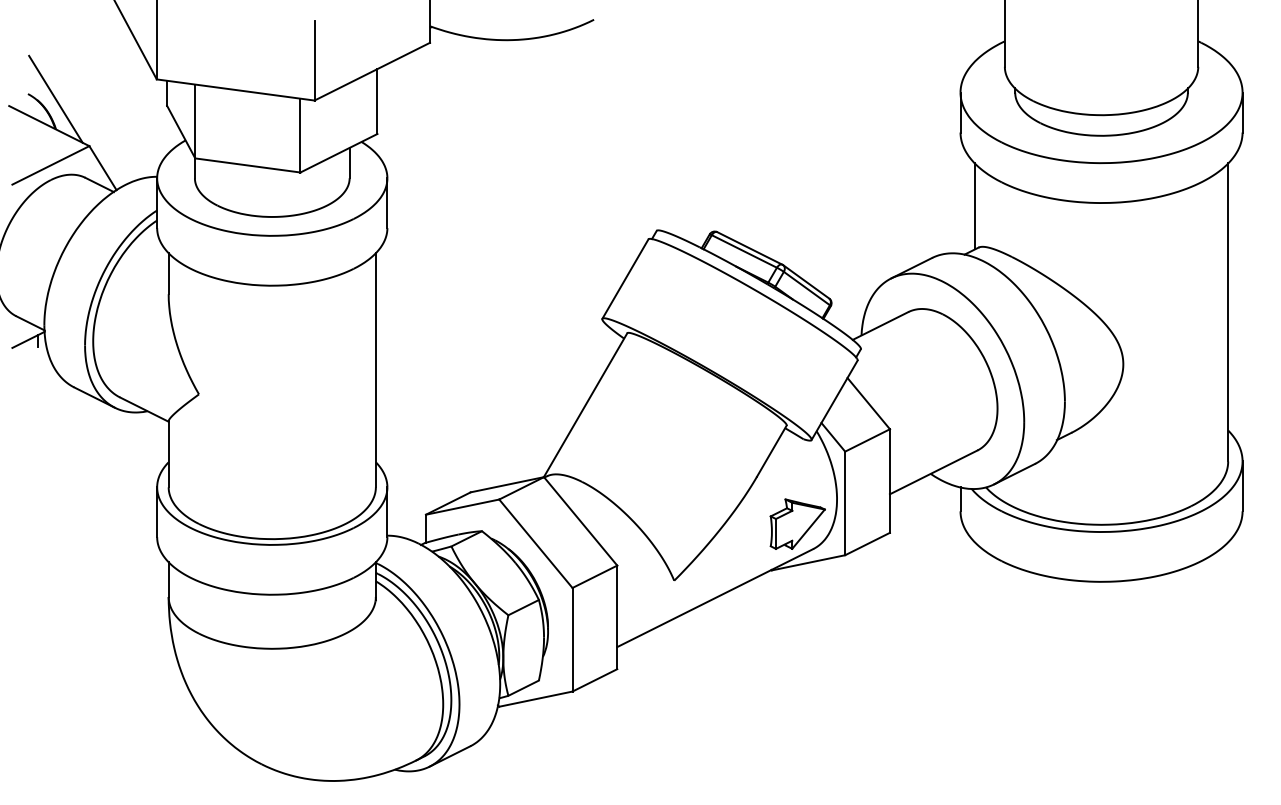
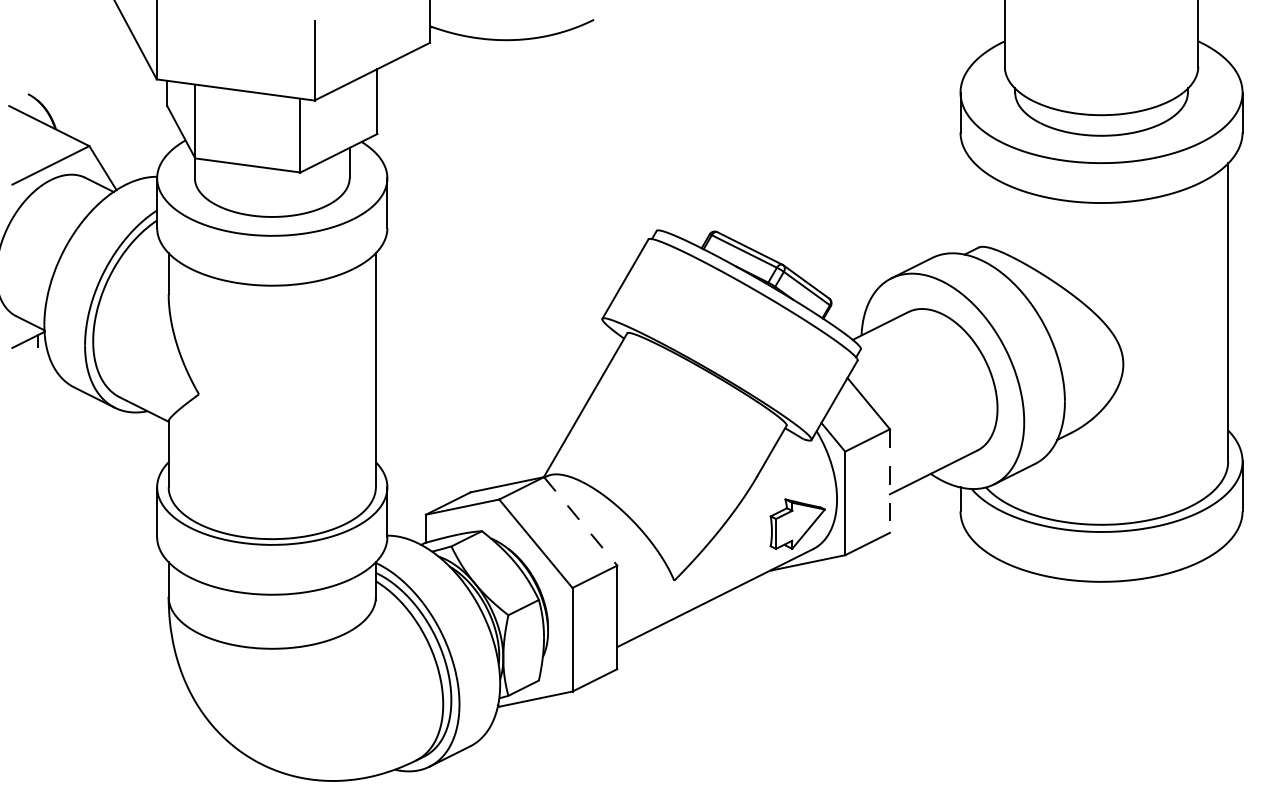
line at (55, 98): present -> none
line at (974, 206): present -> none
line at (889, 481): solid -> dashed
line at (580, 521): solid -> dashed
